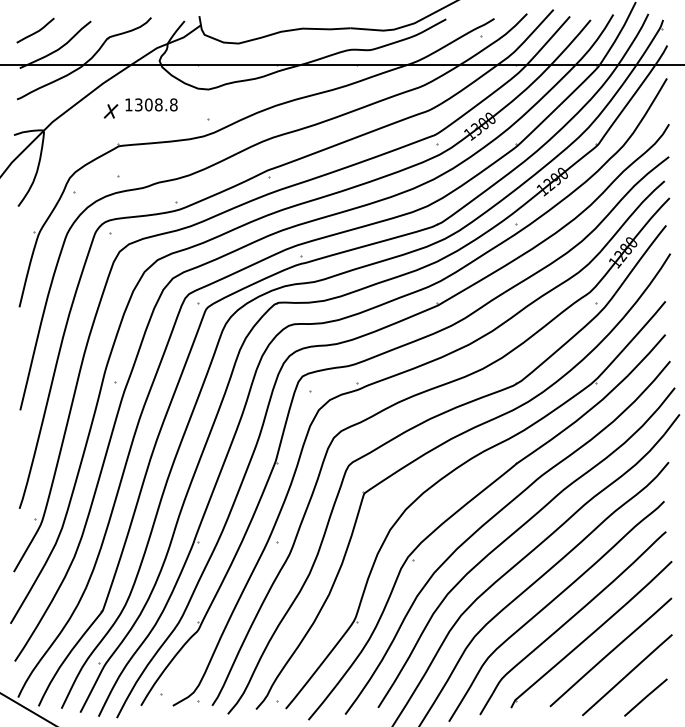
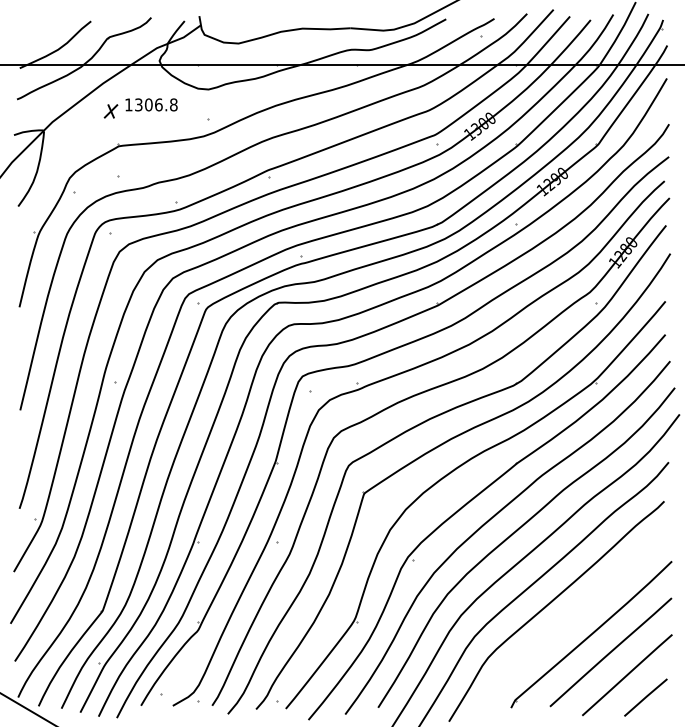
curve at (35, 31): present -> none
text at (158, 104): 1308.8 -> 1306.8
curve at (570, 620): present -> none
